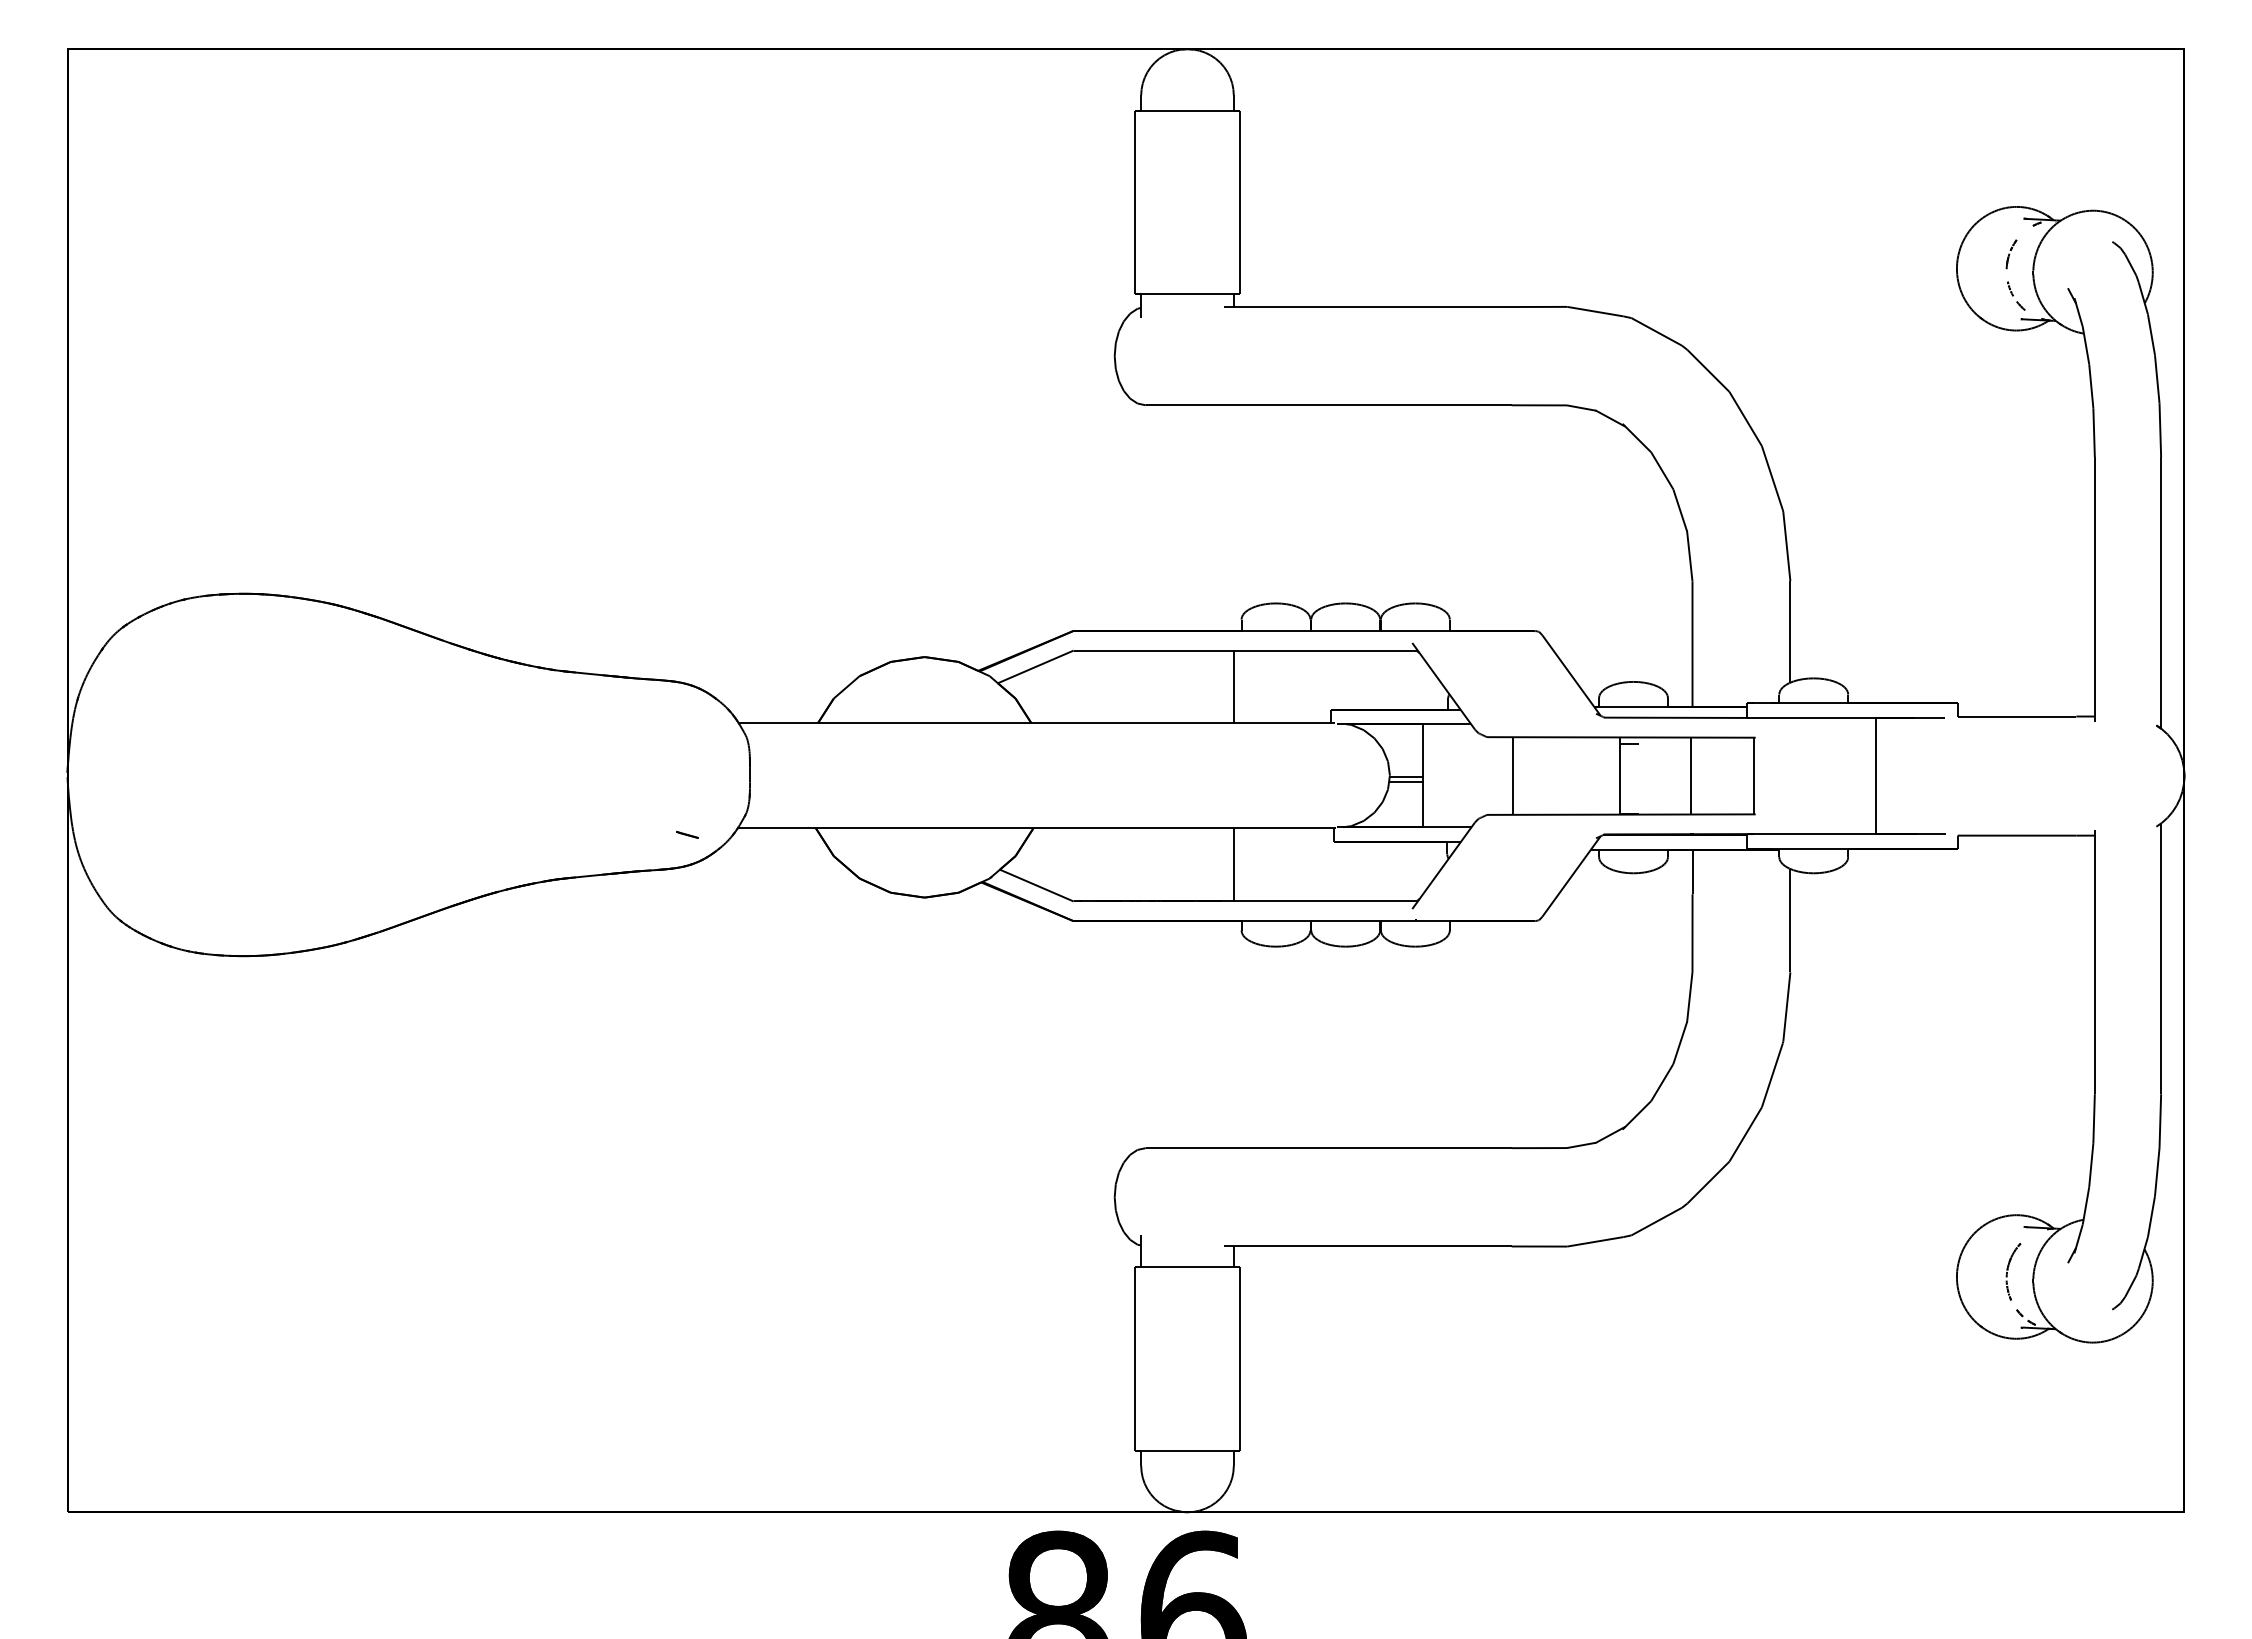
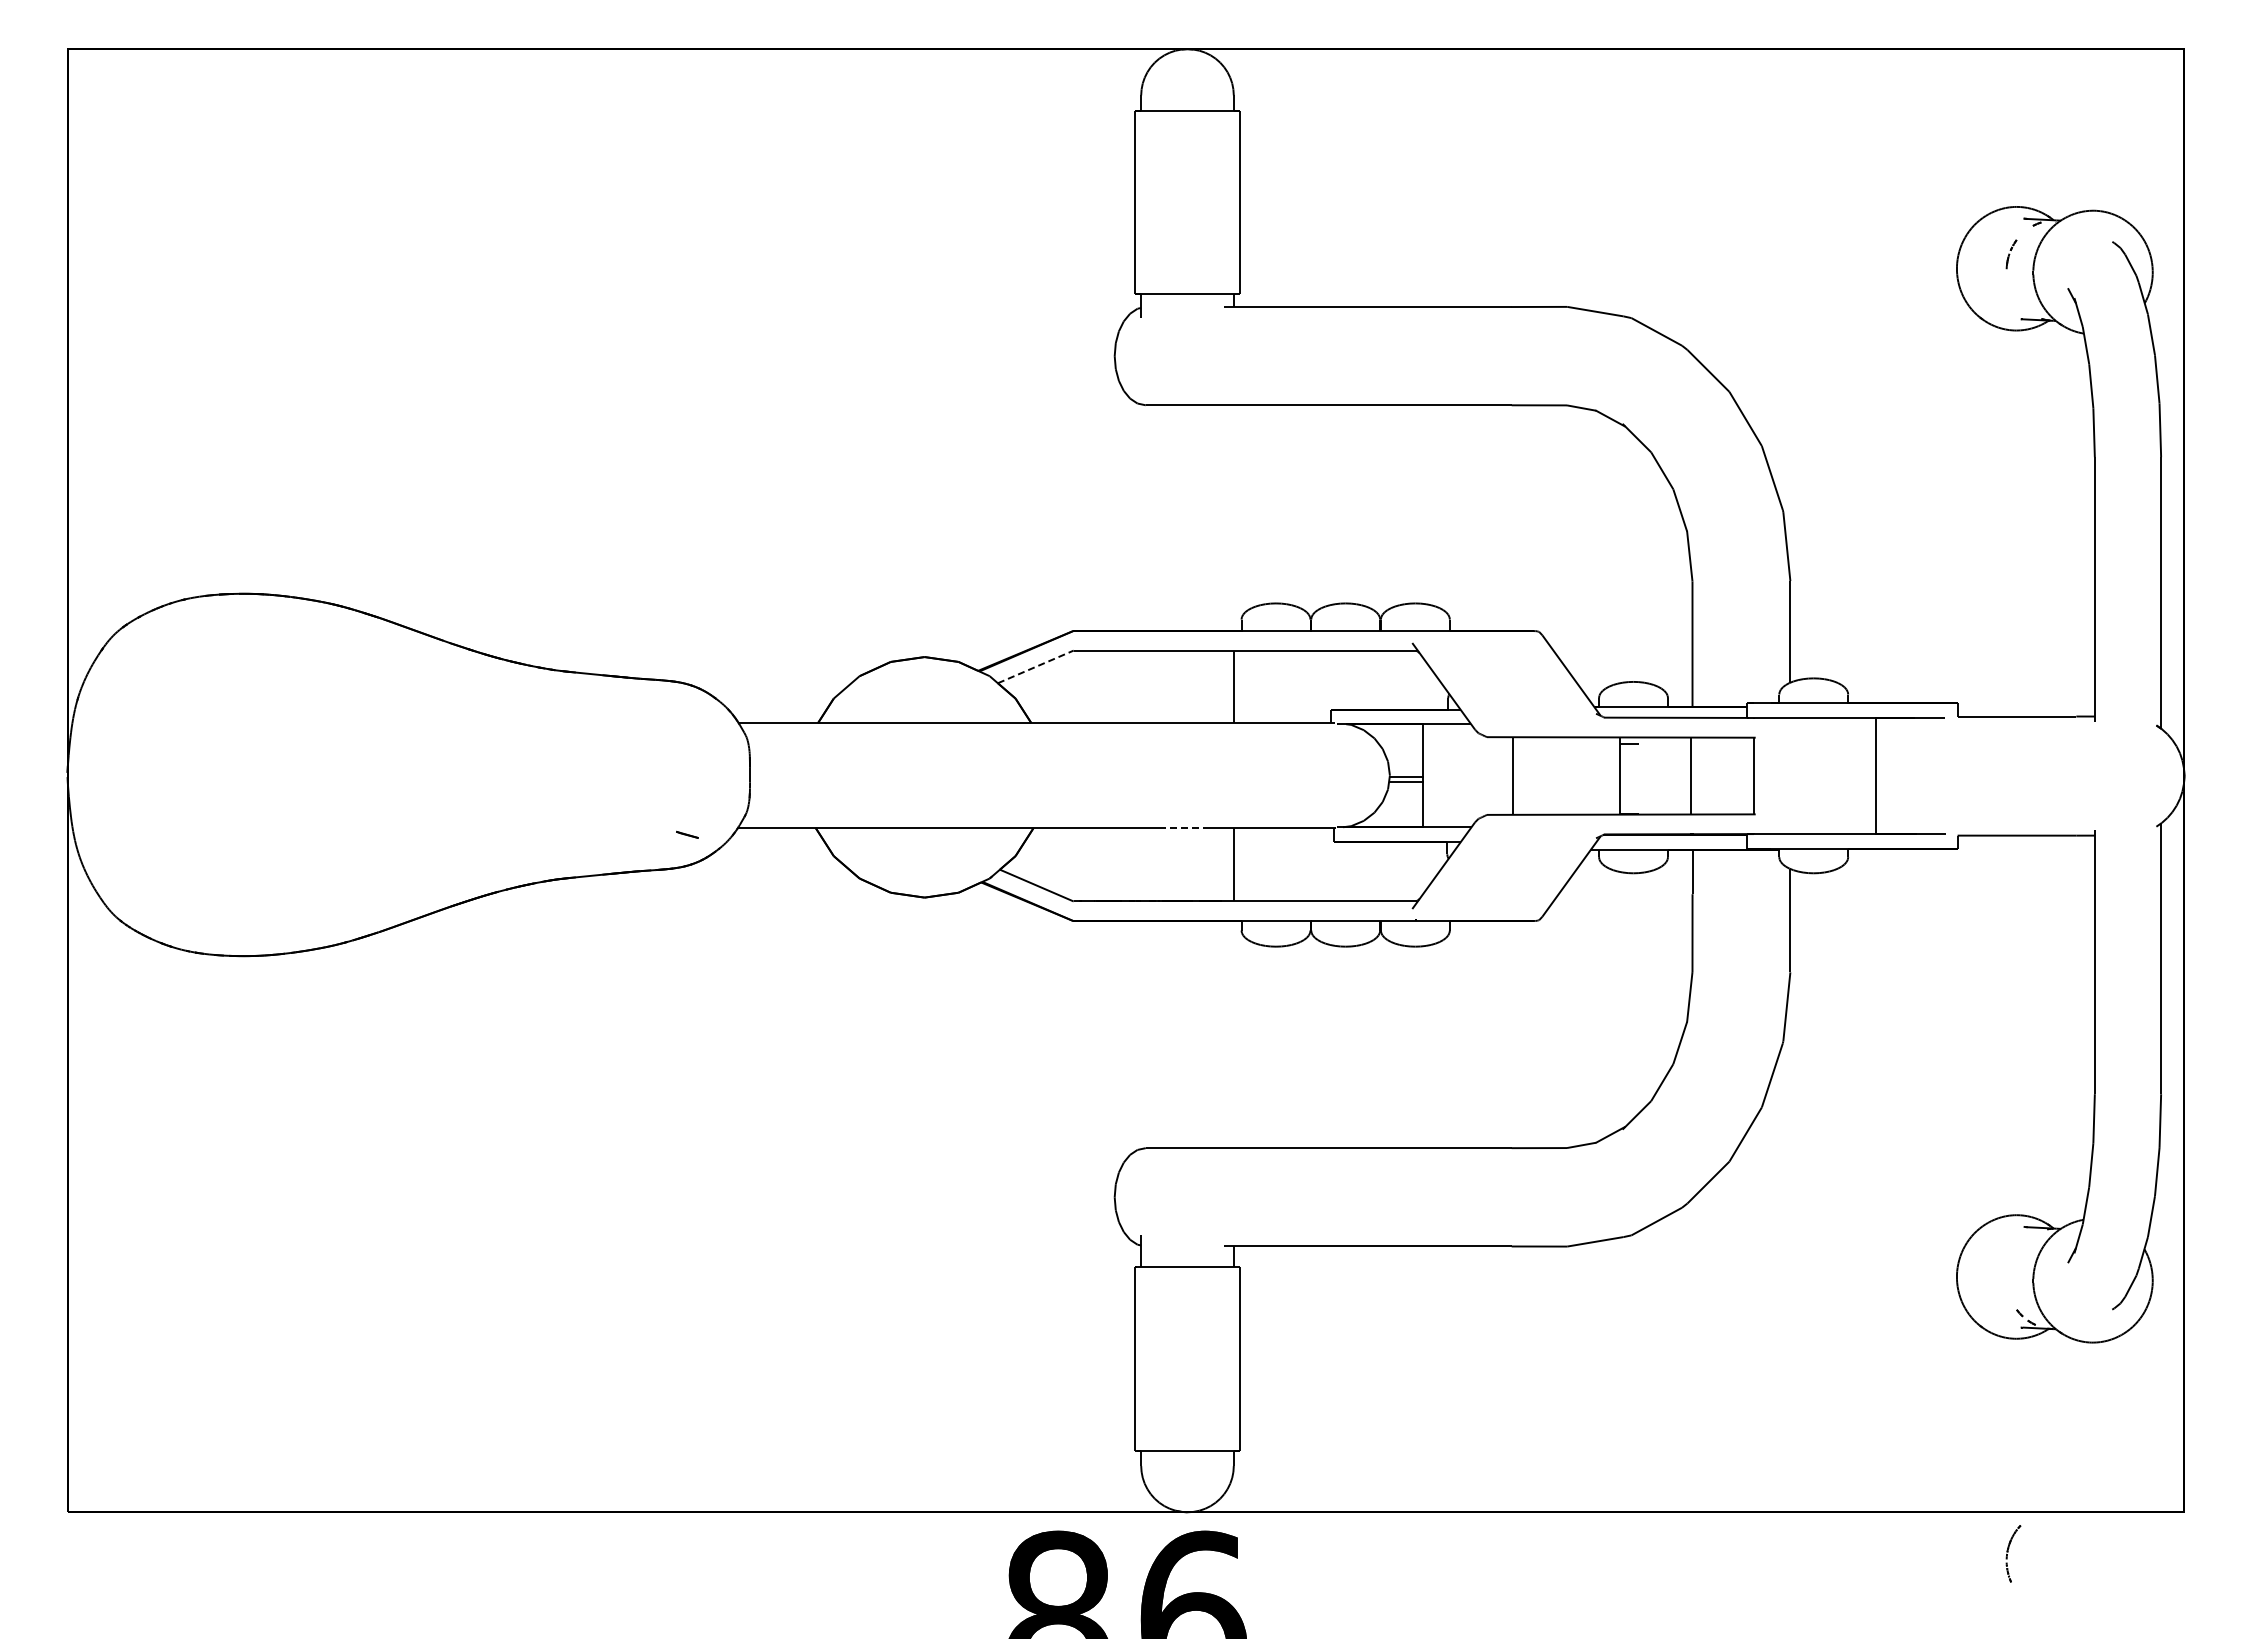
part at (2016, 295): present -> none
line at (1036, 666): solid -> dashed
line at (1185, 828): solid -> dashed
part at (2013, 1271) position: (2013, 1271) -> (2013, 1553)
